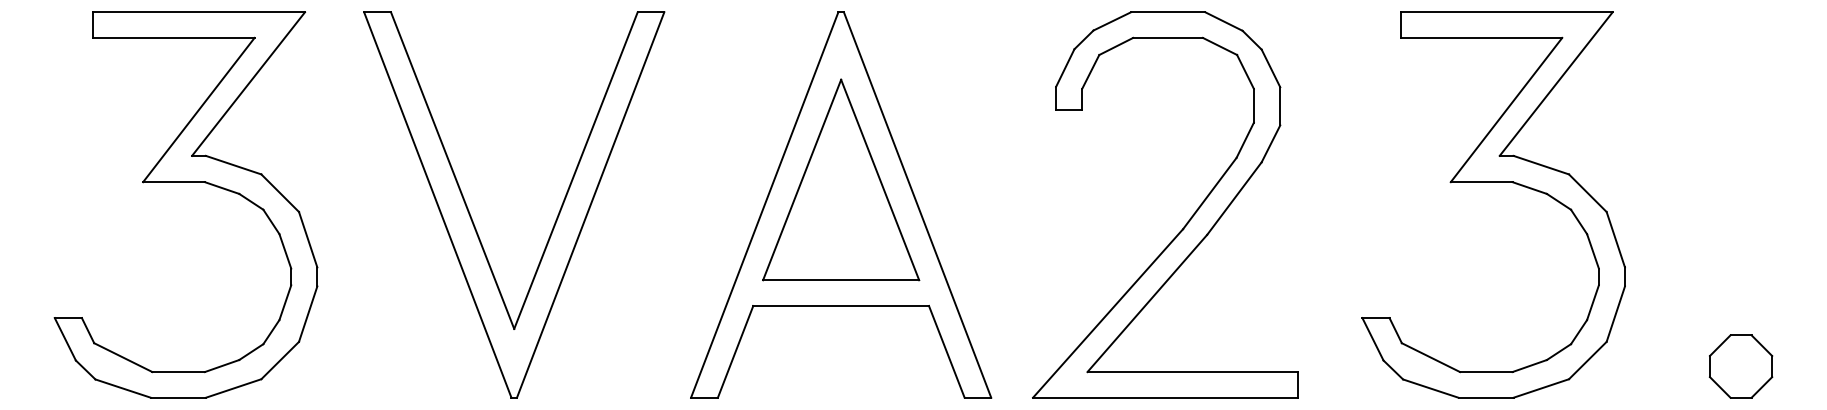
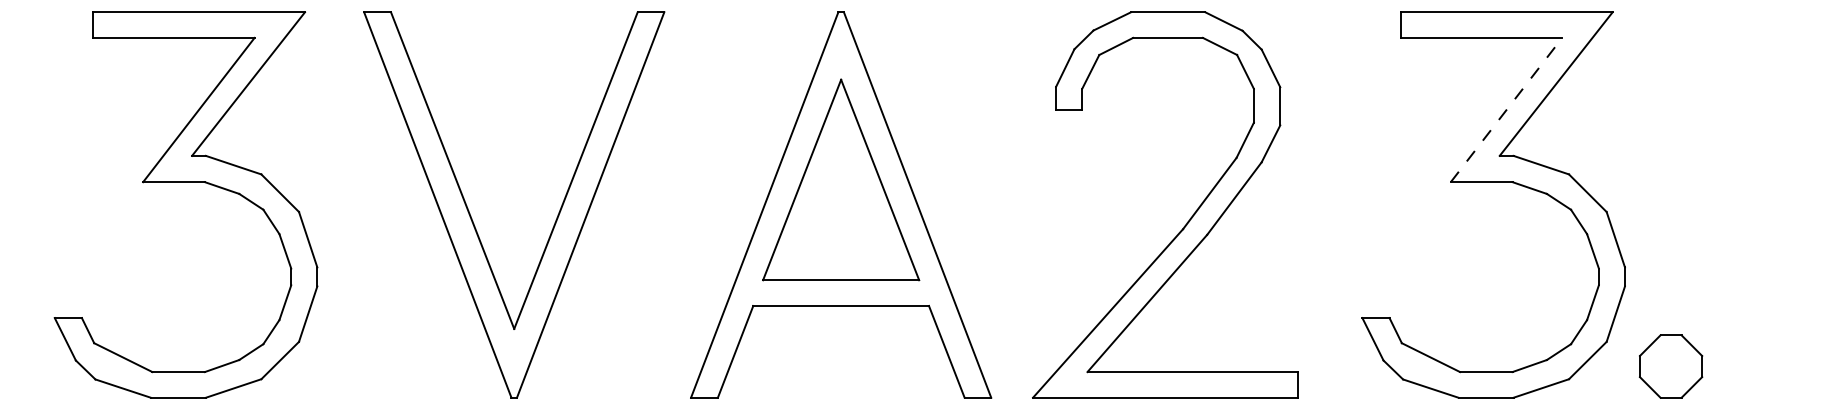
line at (1506, 109): solid -> dashed
part at (1740, 366) position: (1740, 366) -> (1670, 366)
